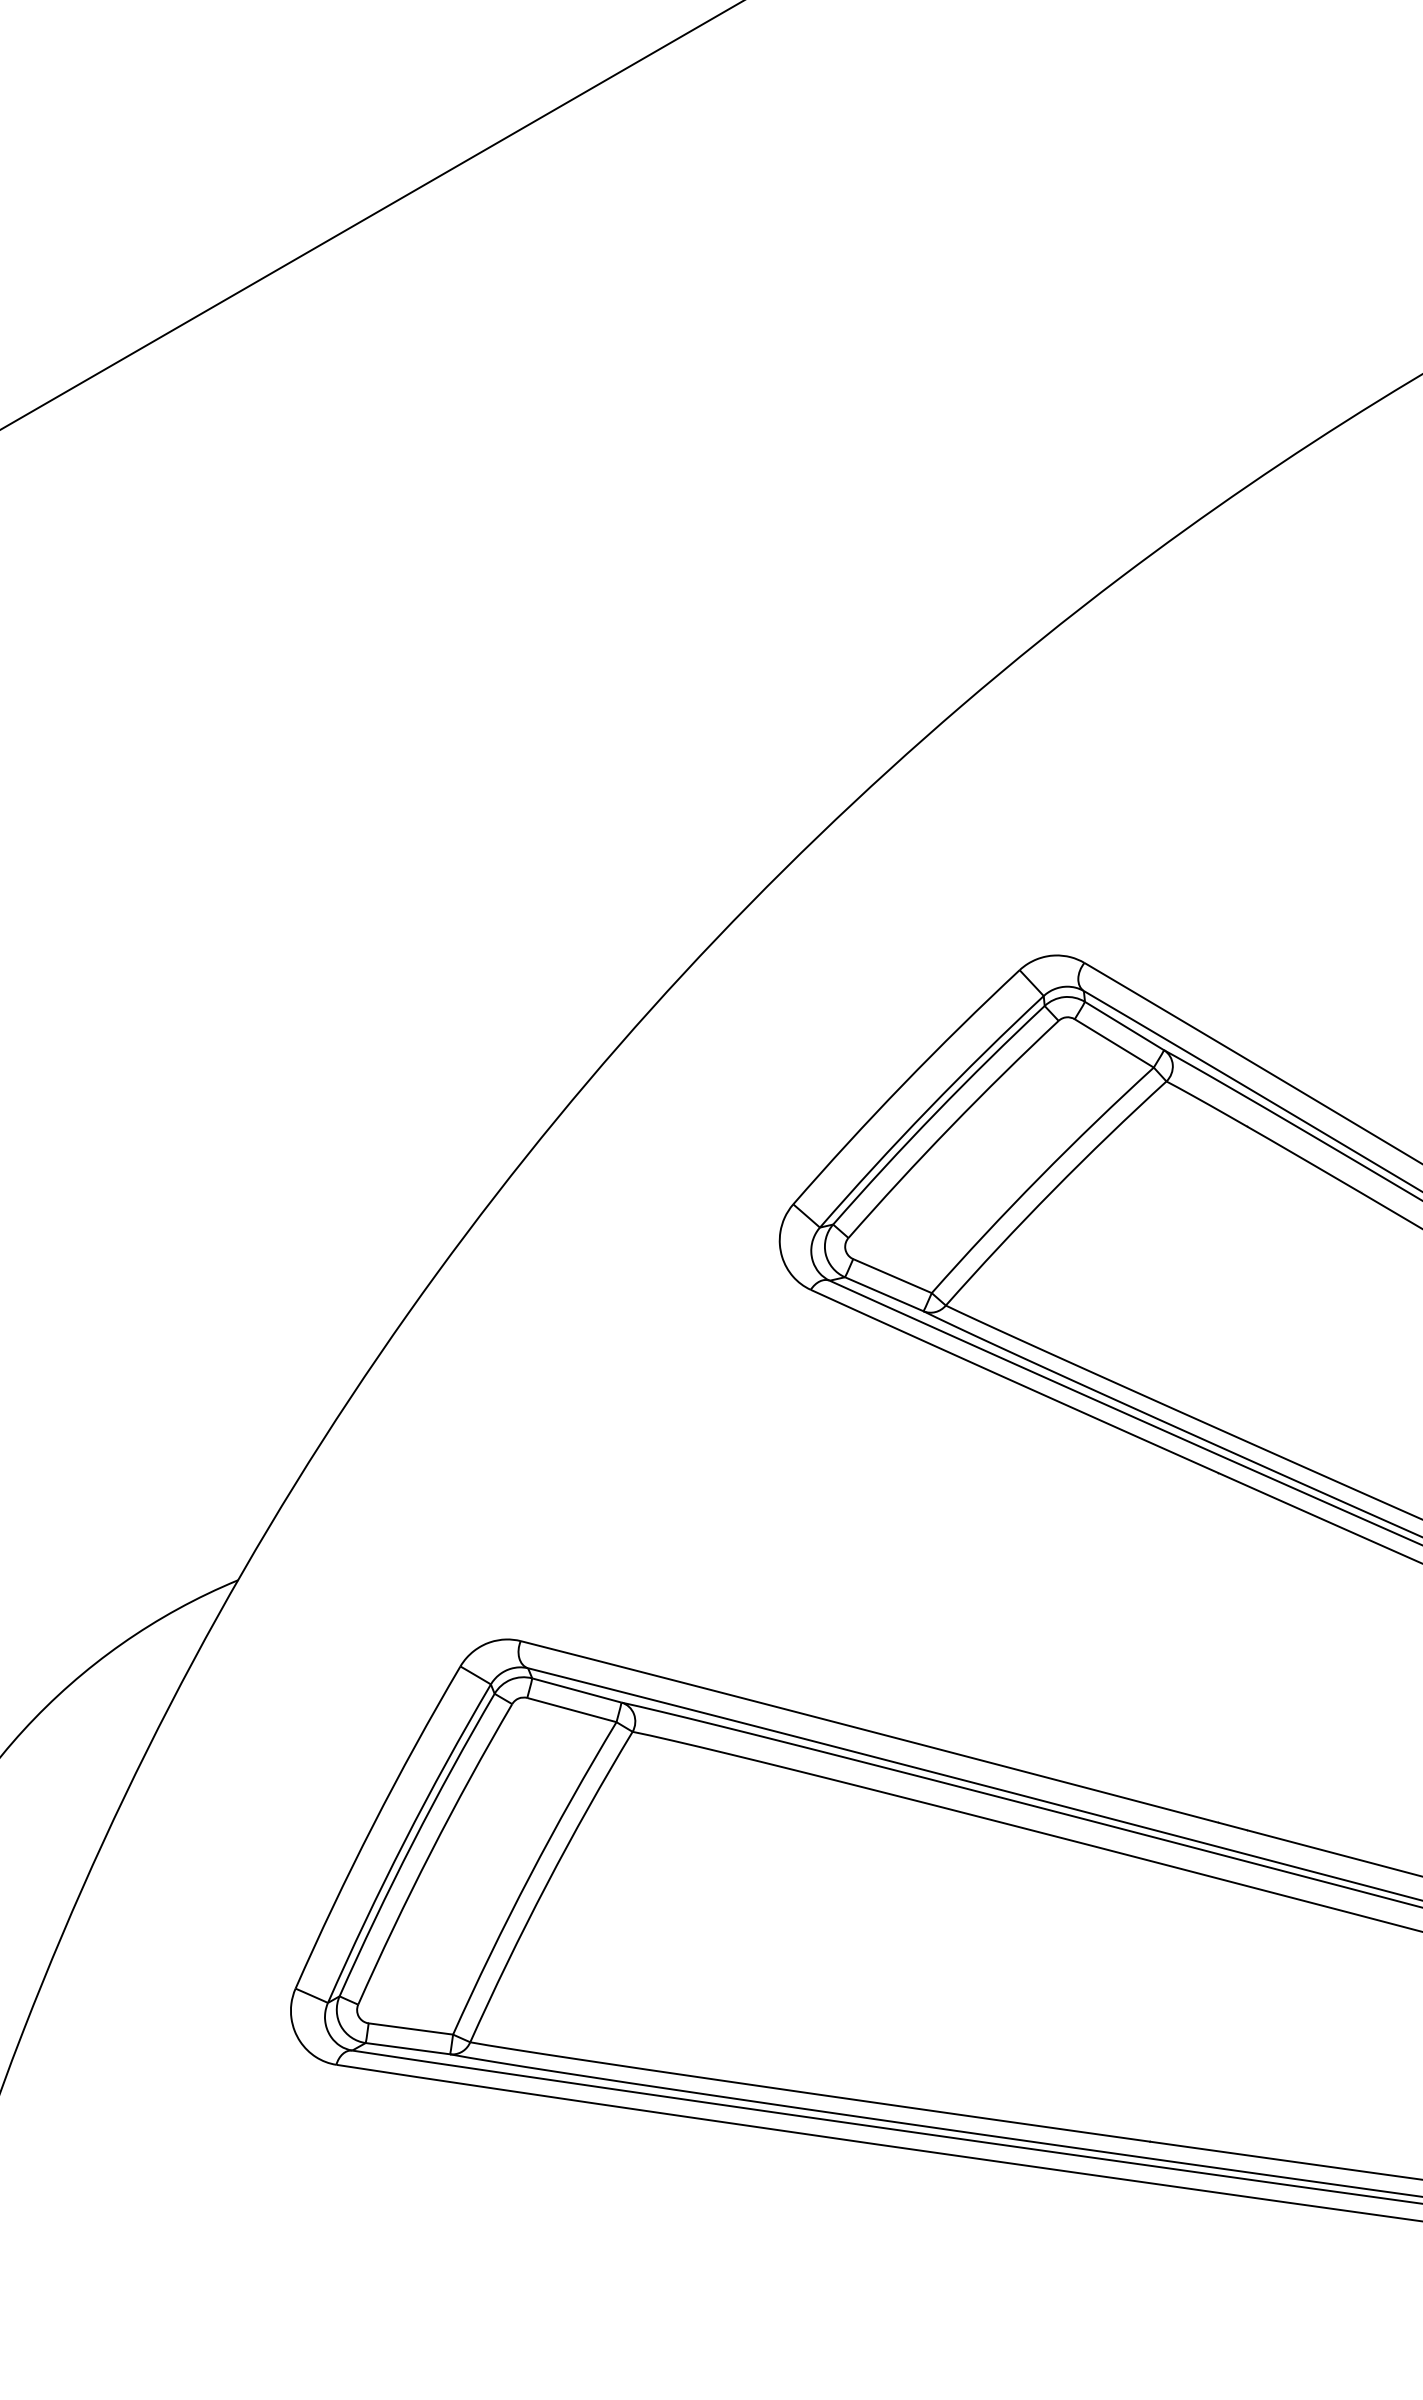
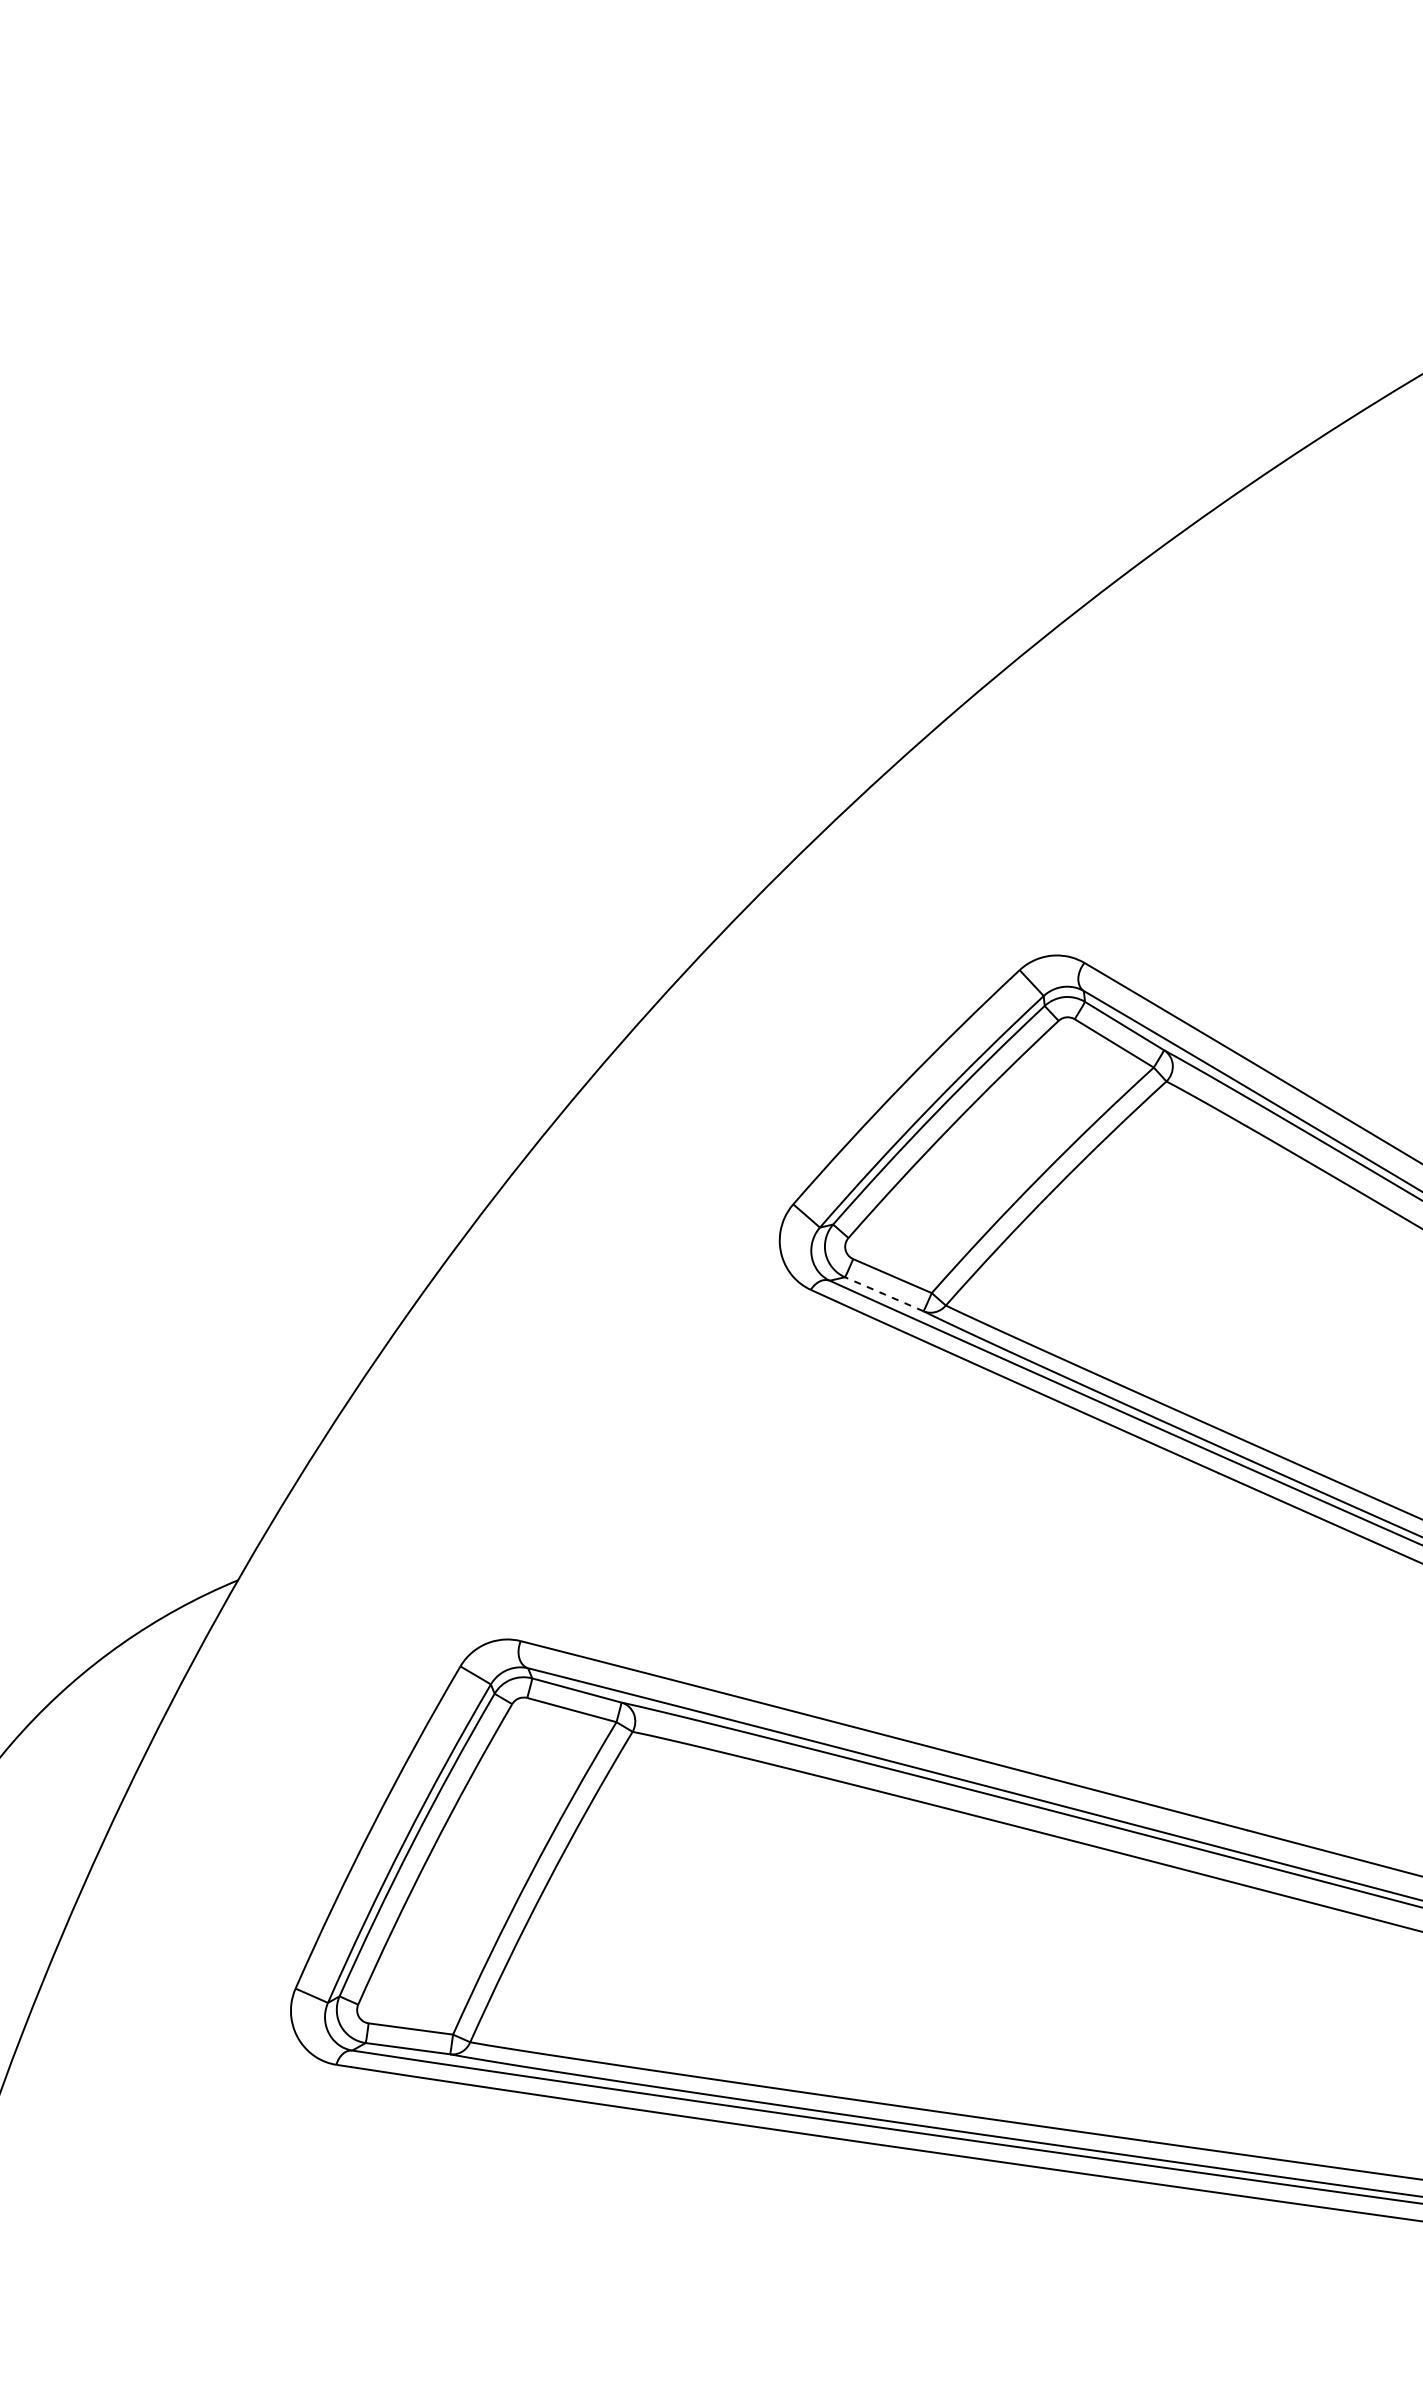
line at (371, 215): present -> none
line at (884, 1294): solid -> dashed
